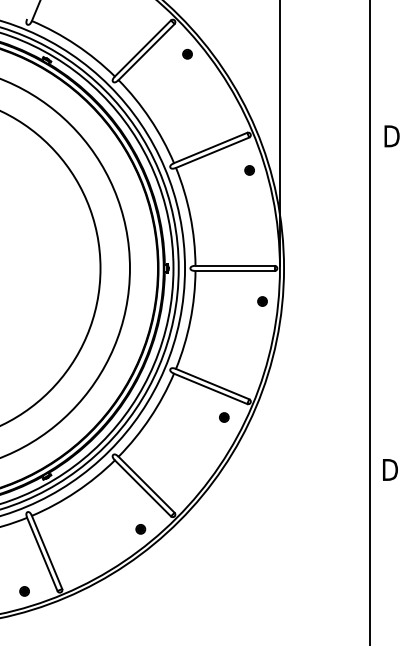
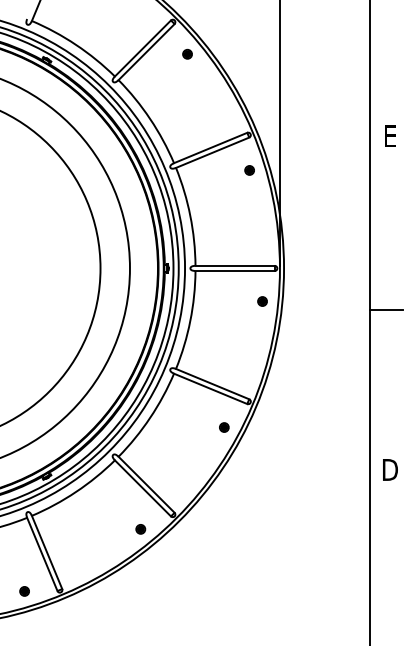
text at (391, 136): D -> E
line at (386, 309): none -> present
part at (224, 417) position: (224, 417) -> (224, 427)
